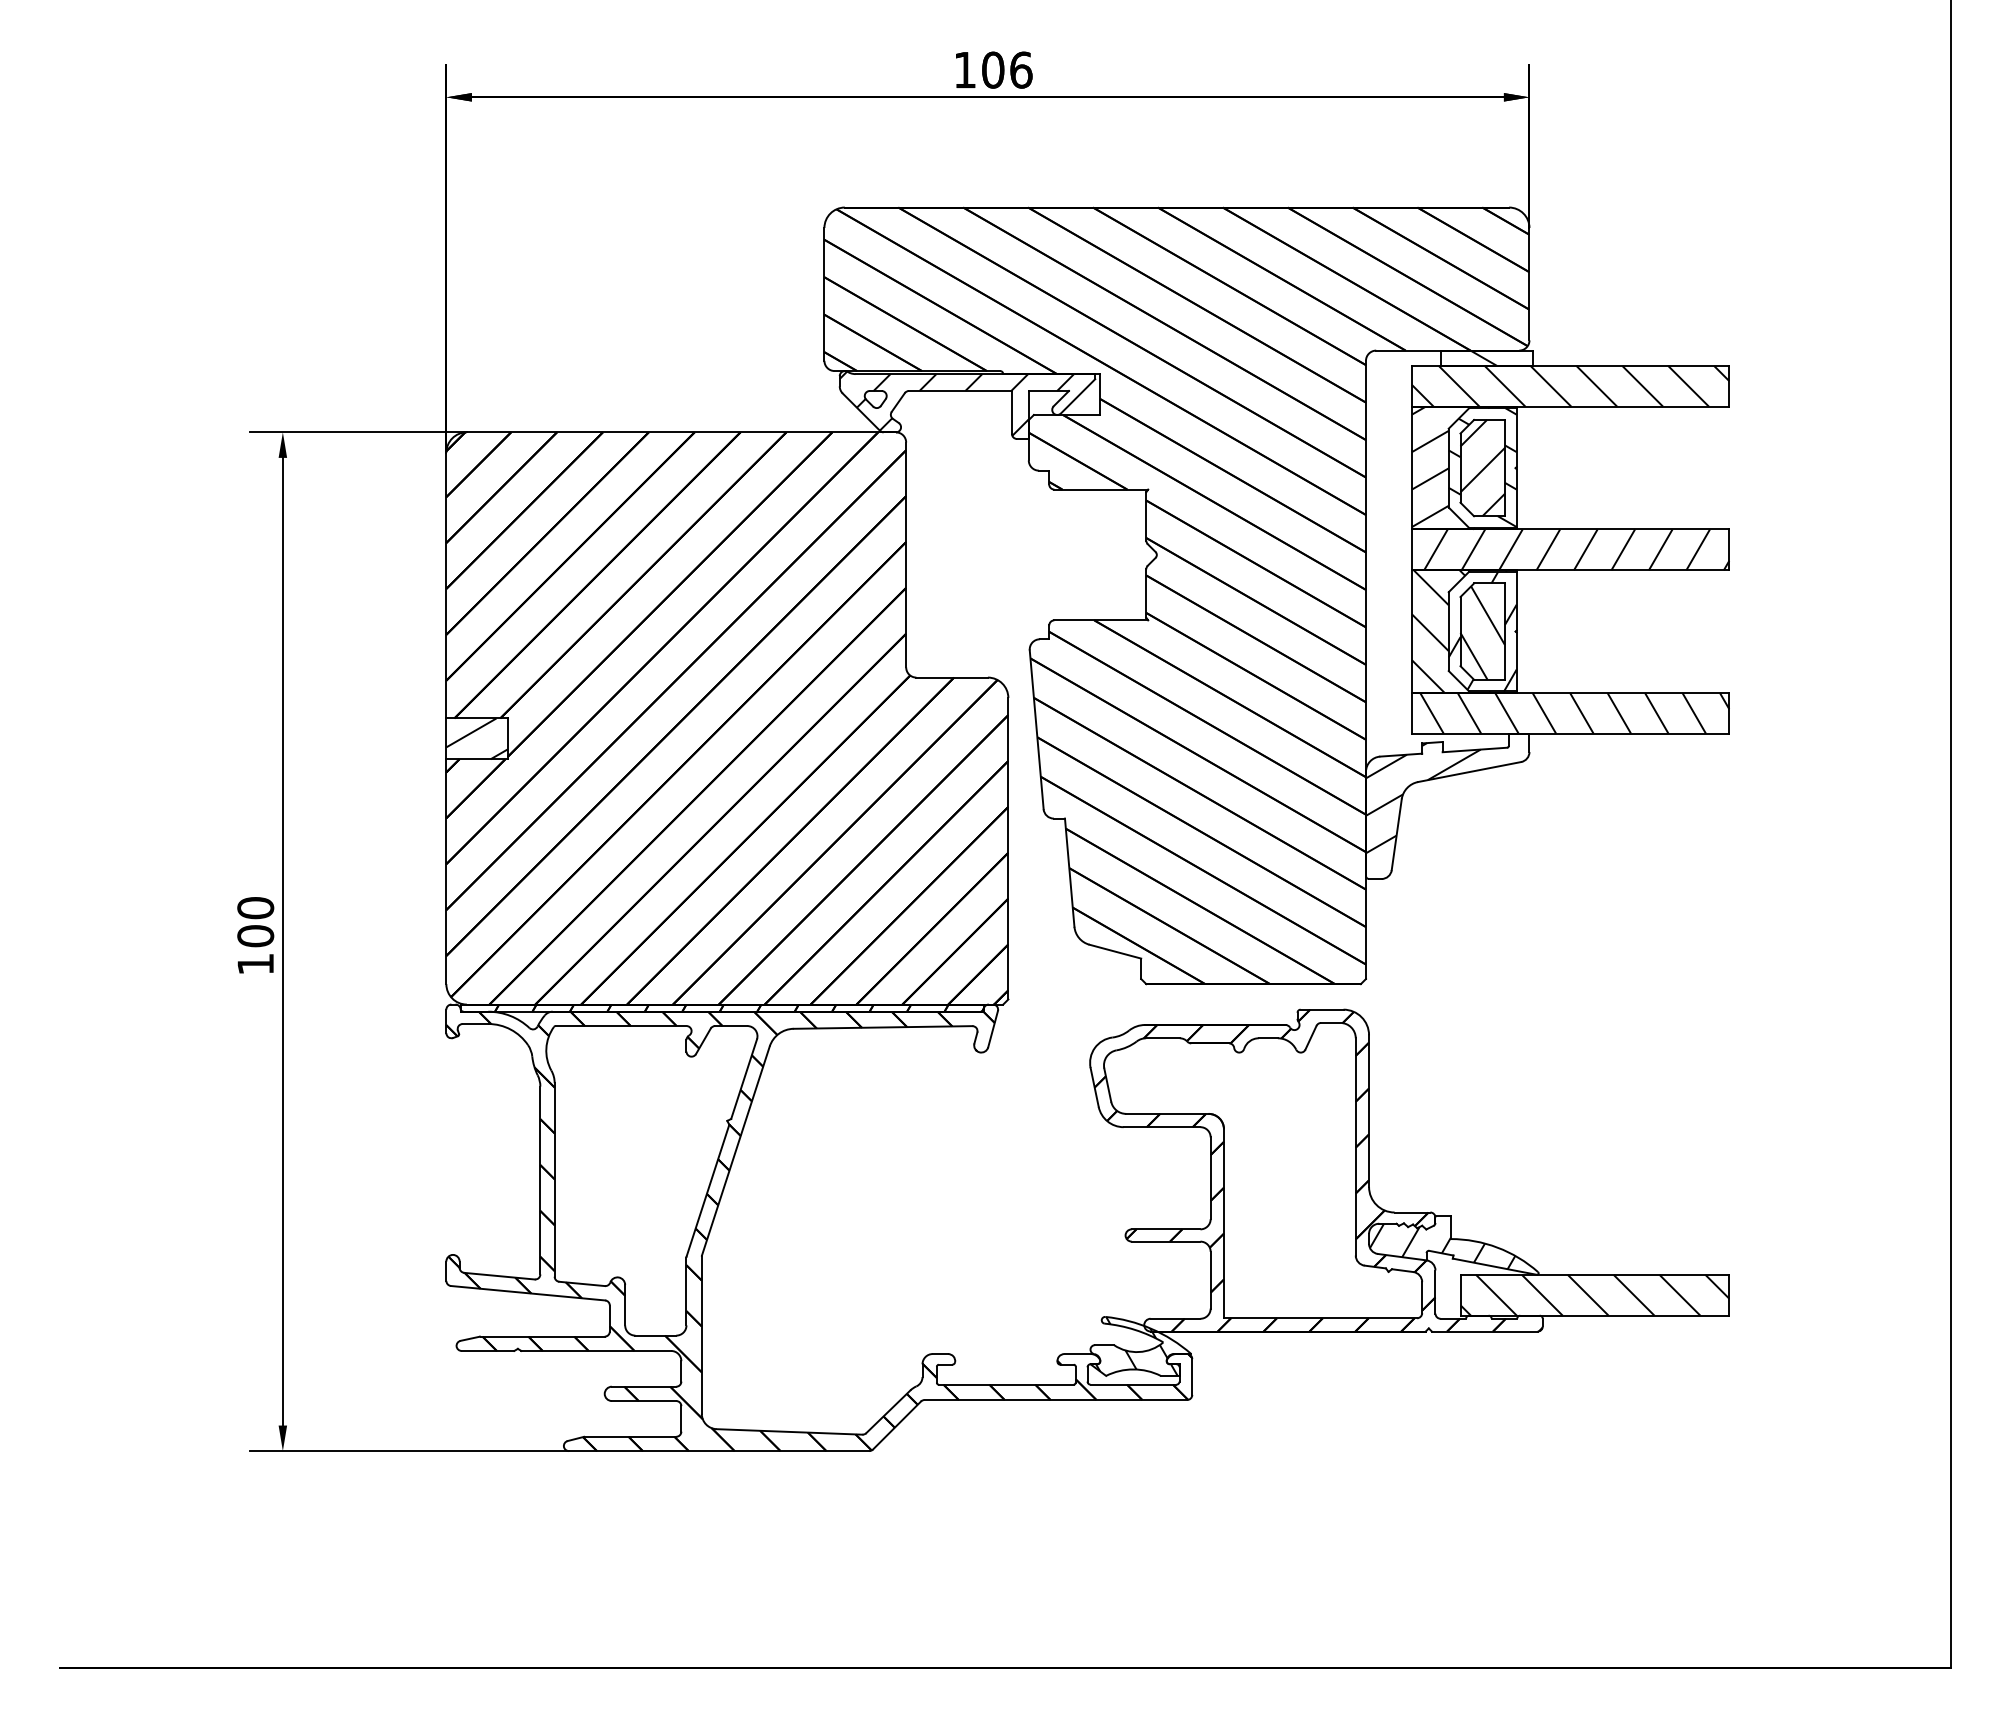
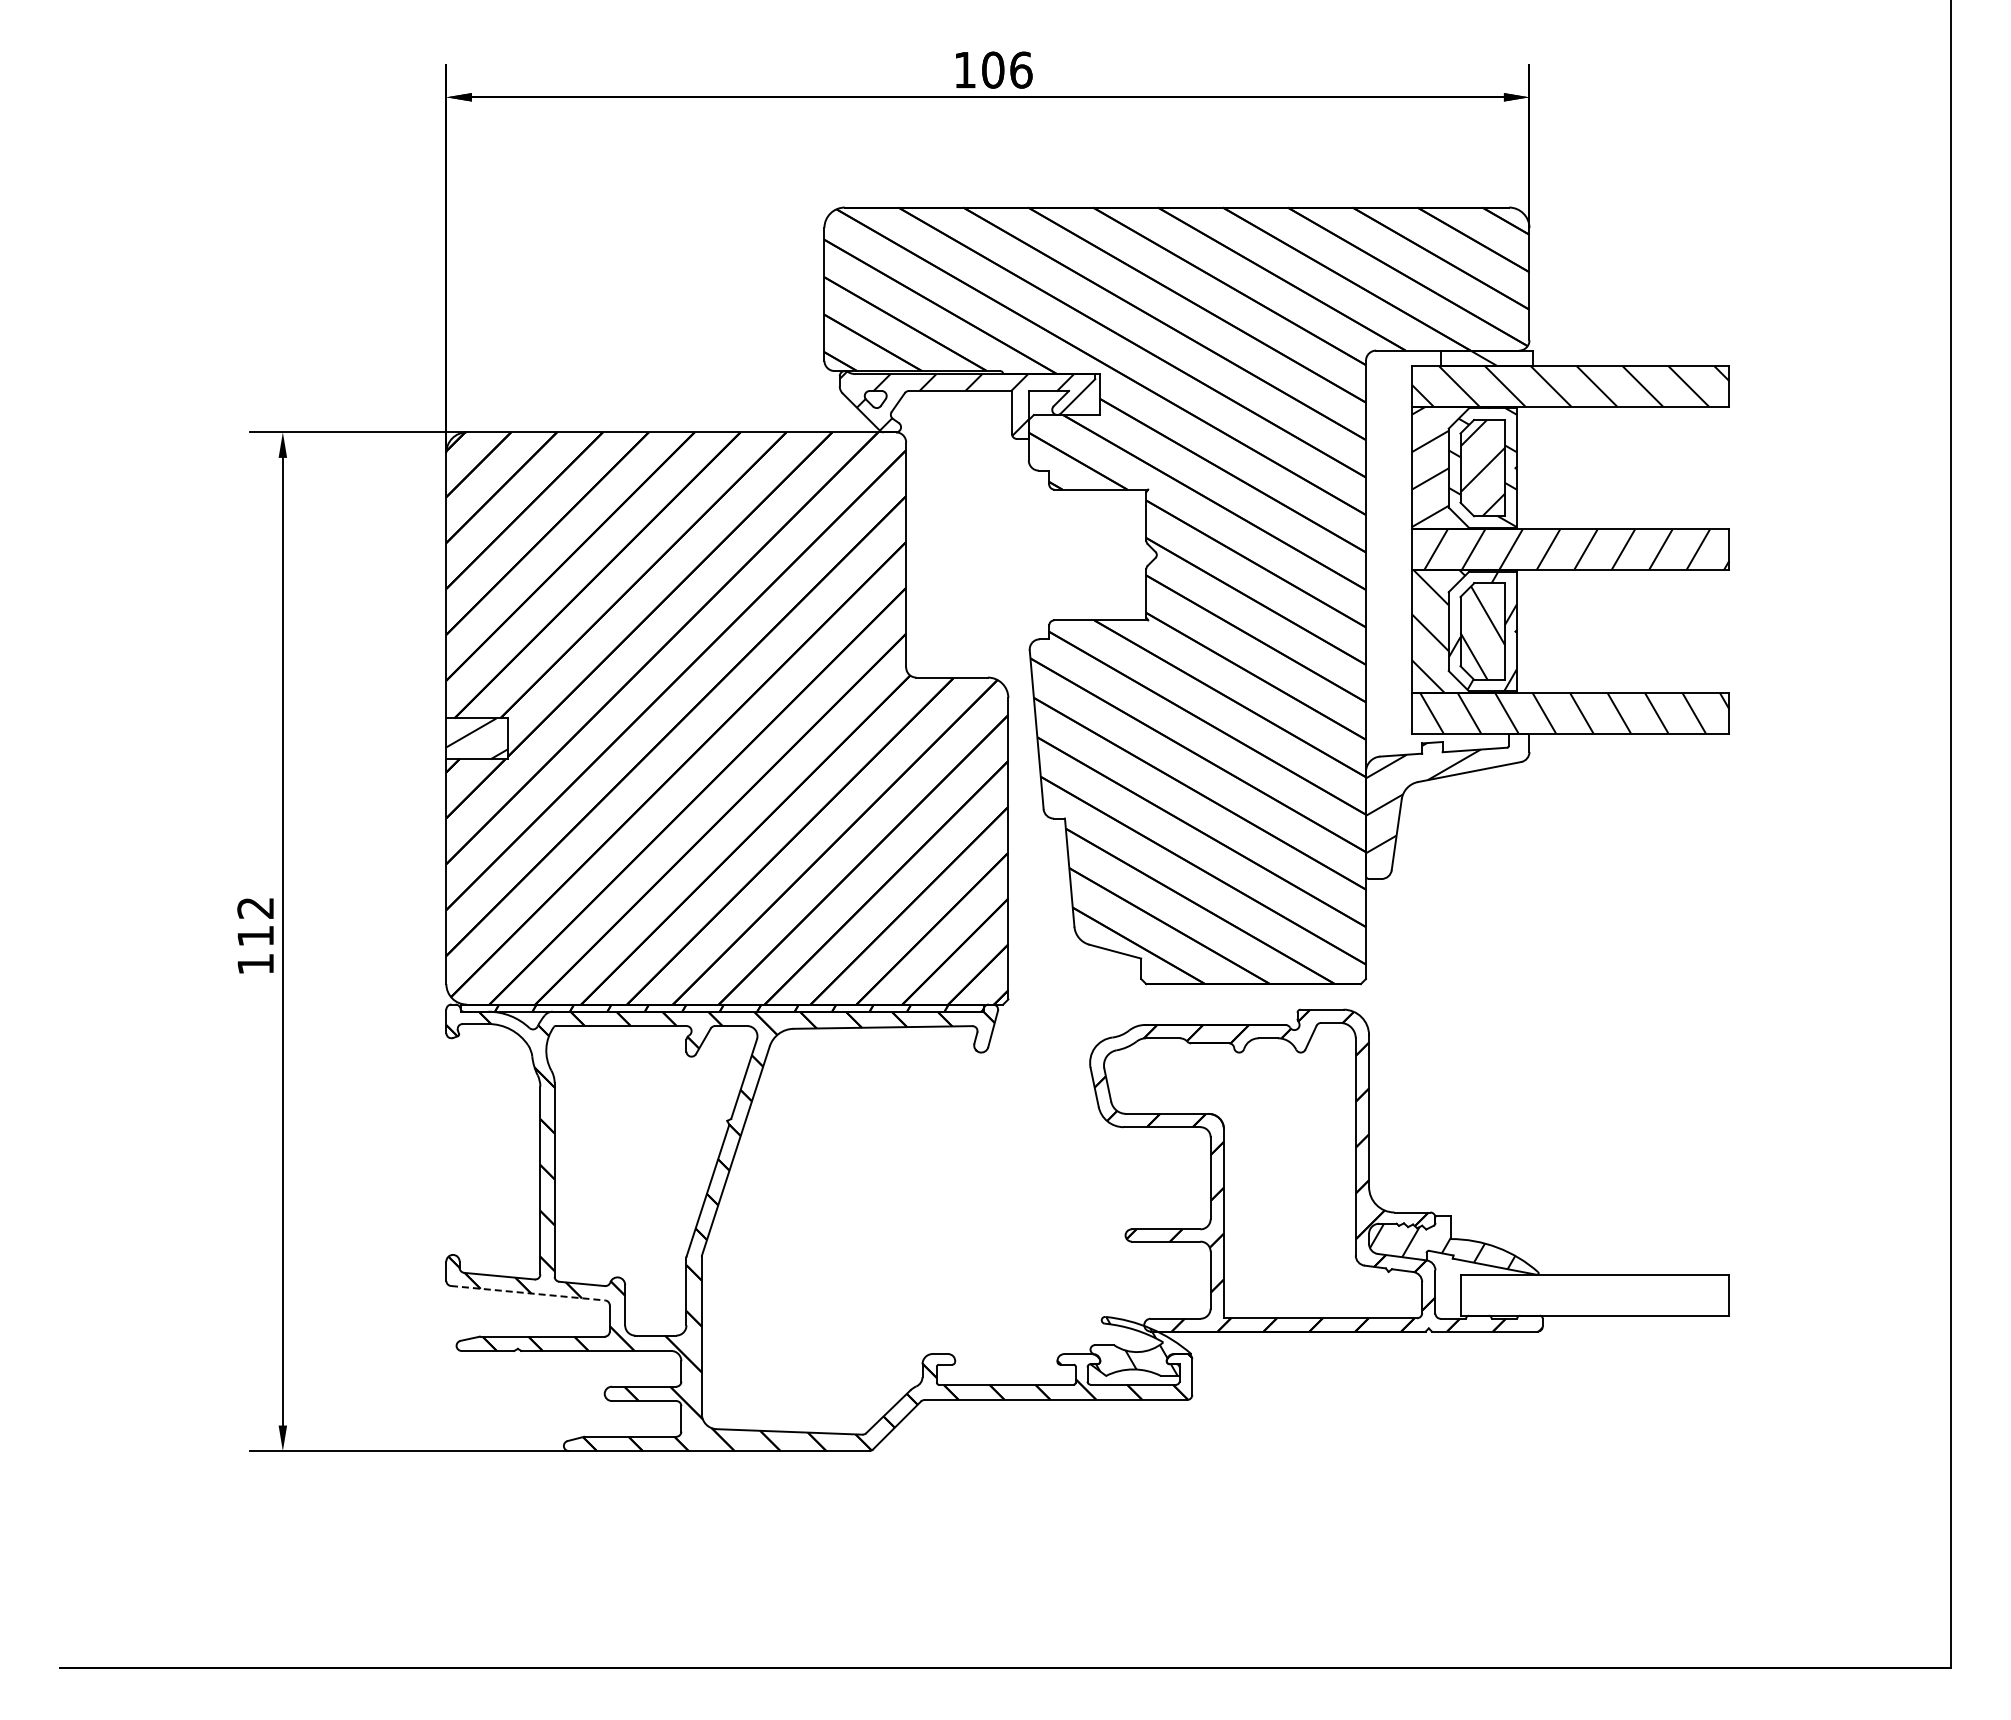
text at (255, 922): 100 -> 112
line at (528, 1293): solid -> dashed
hatch at (1595, 1294): present -> none
